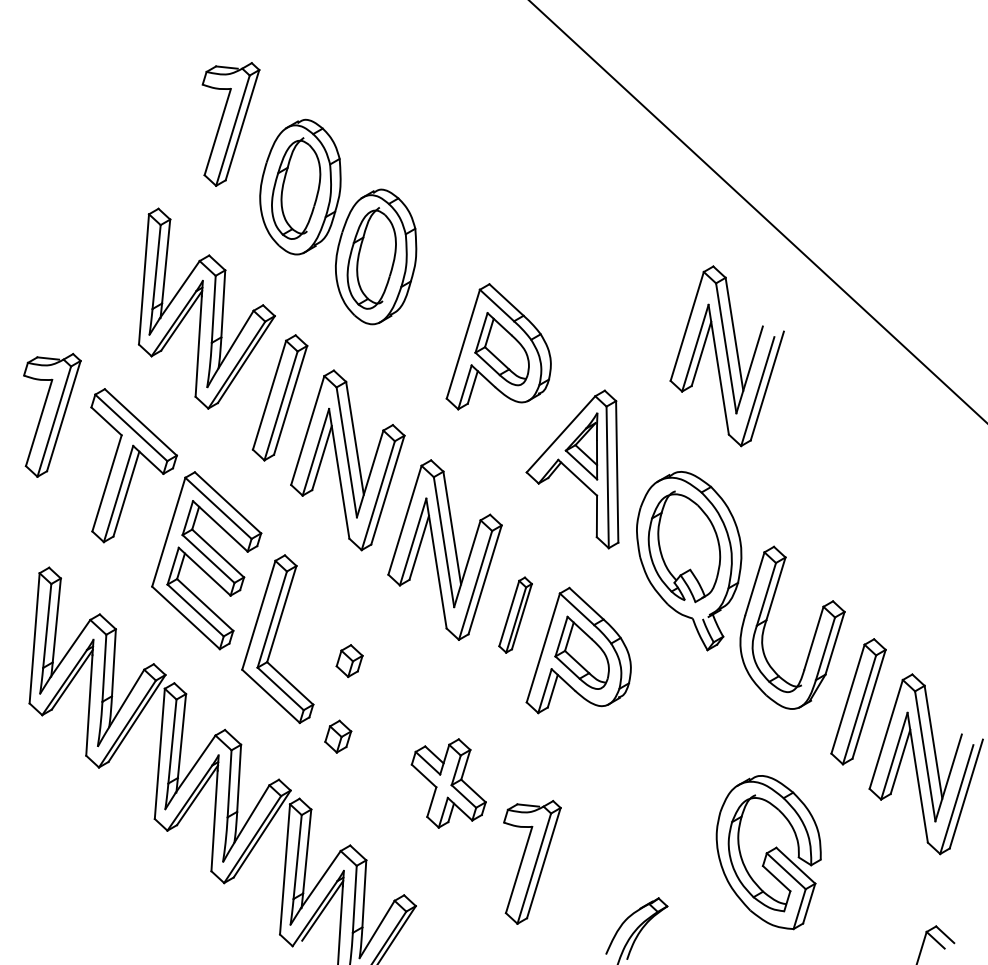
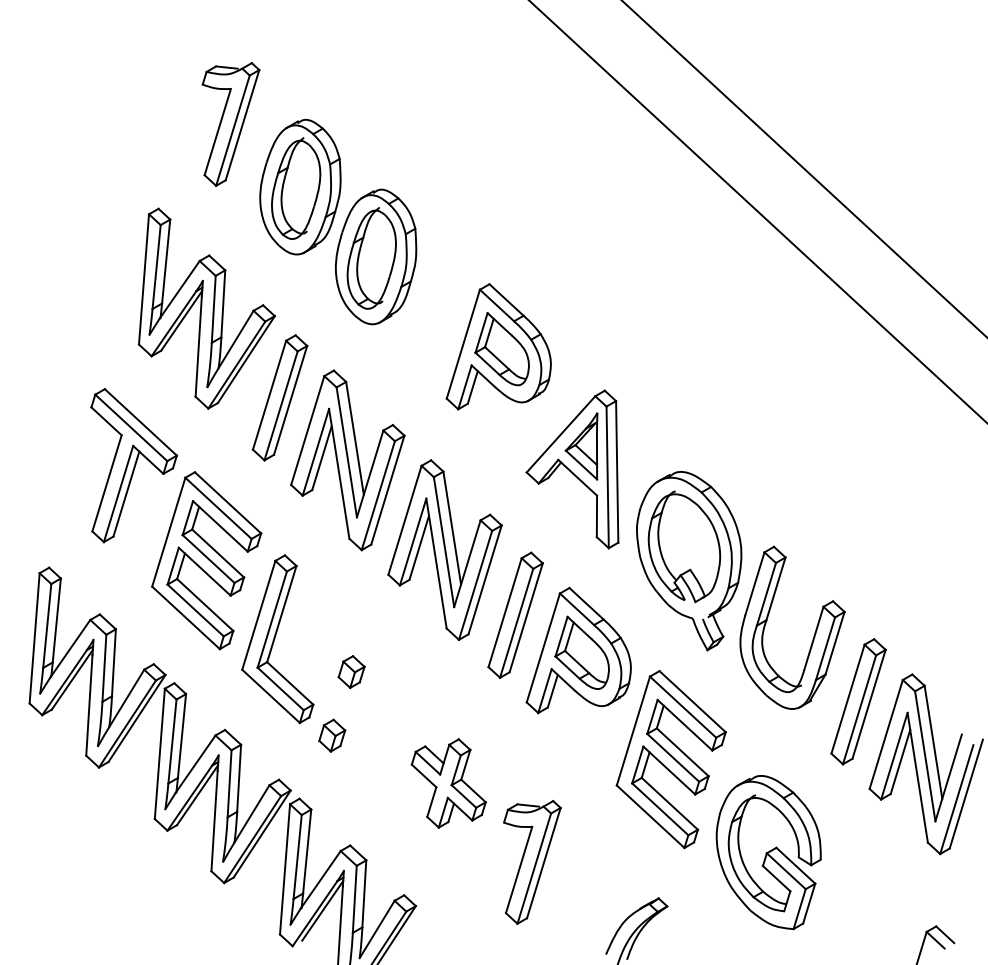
line at (803, 168): none -> present
part at (726, 356): present -> none
part at (52, 414): present -> none
part at (515, 614) size: 35x78 px -> 57x128 px
part at (349, 661) position: (349, 661) -> (351, 672)
part at (338, 736) position: (338, 736) -> (332, 735)
part at (670, 759): none -> present
